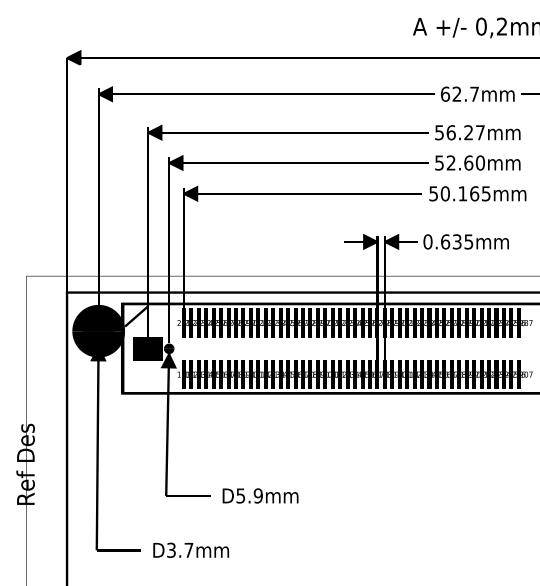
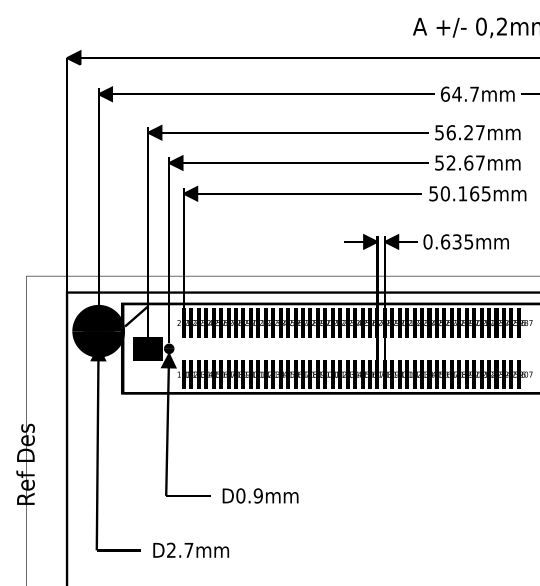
text at (456, 93): 62.7mm -> 64.7mm
text at (479, 162): 52.60mm -> 52.67mm
text at (240, 495): D5.9mm -> D0.9mm
text at (171, 550): D3.7mm -> D2.7mm
